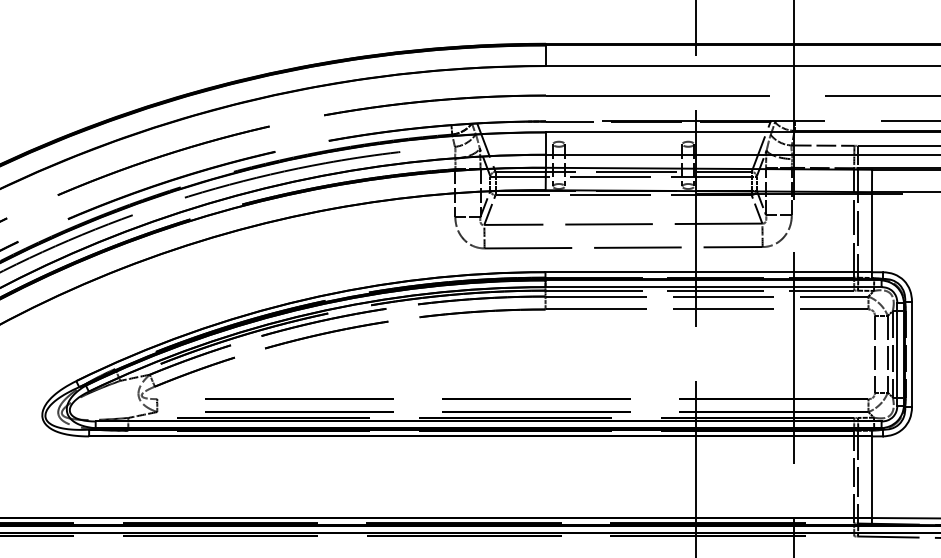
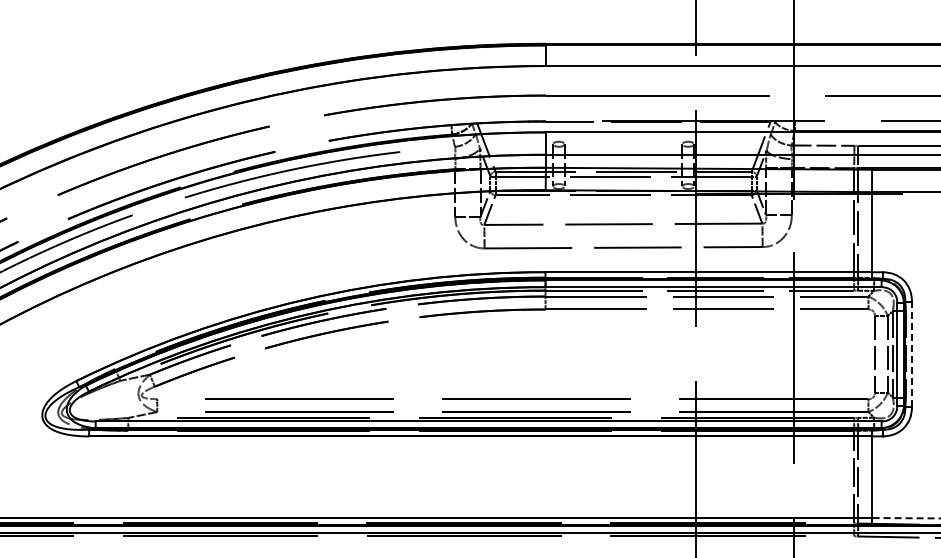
line at (911, 354): solid -> dashed
line at (905, 518): solid -> dashed
